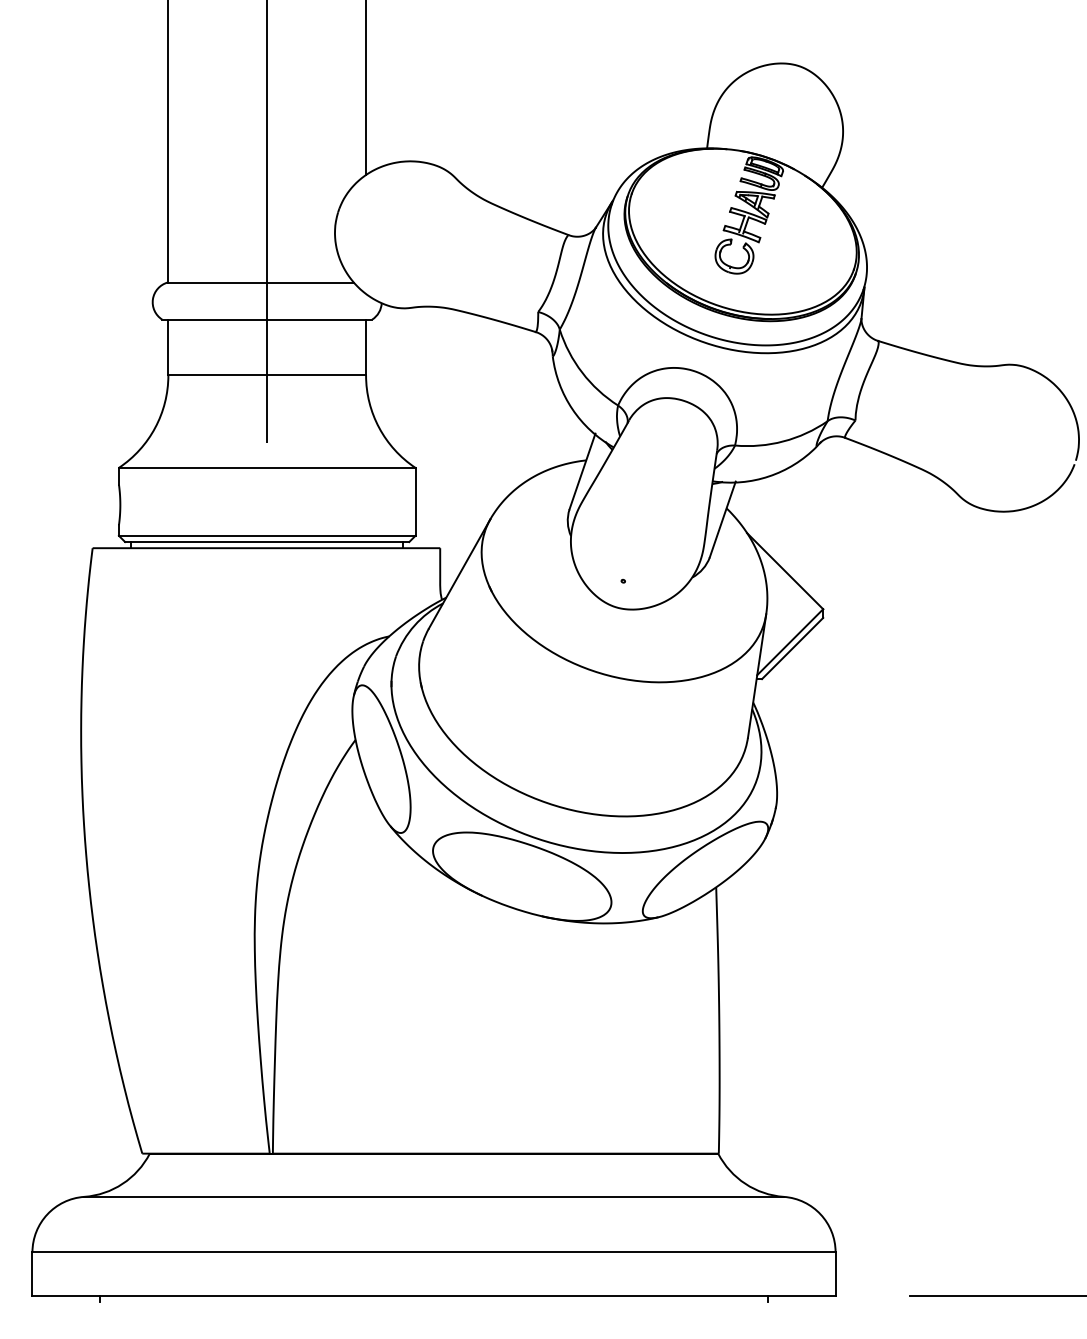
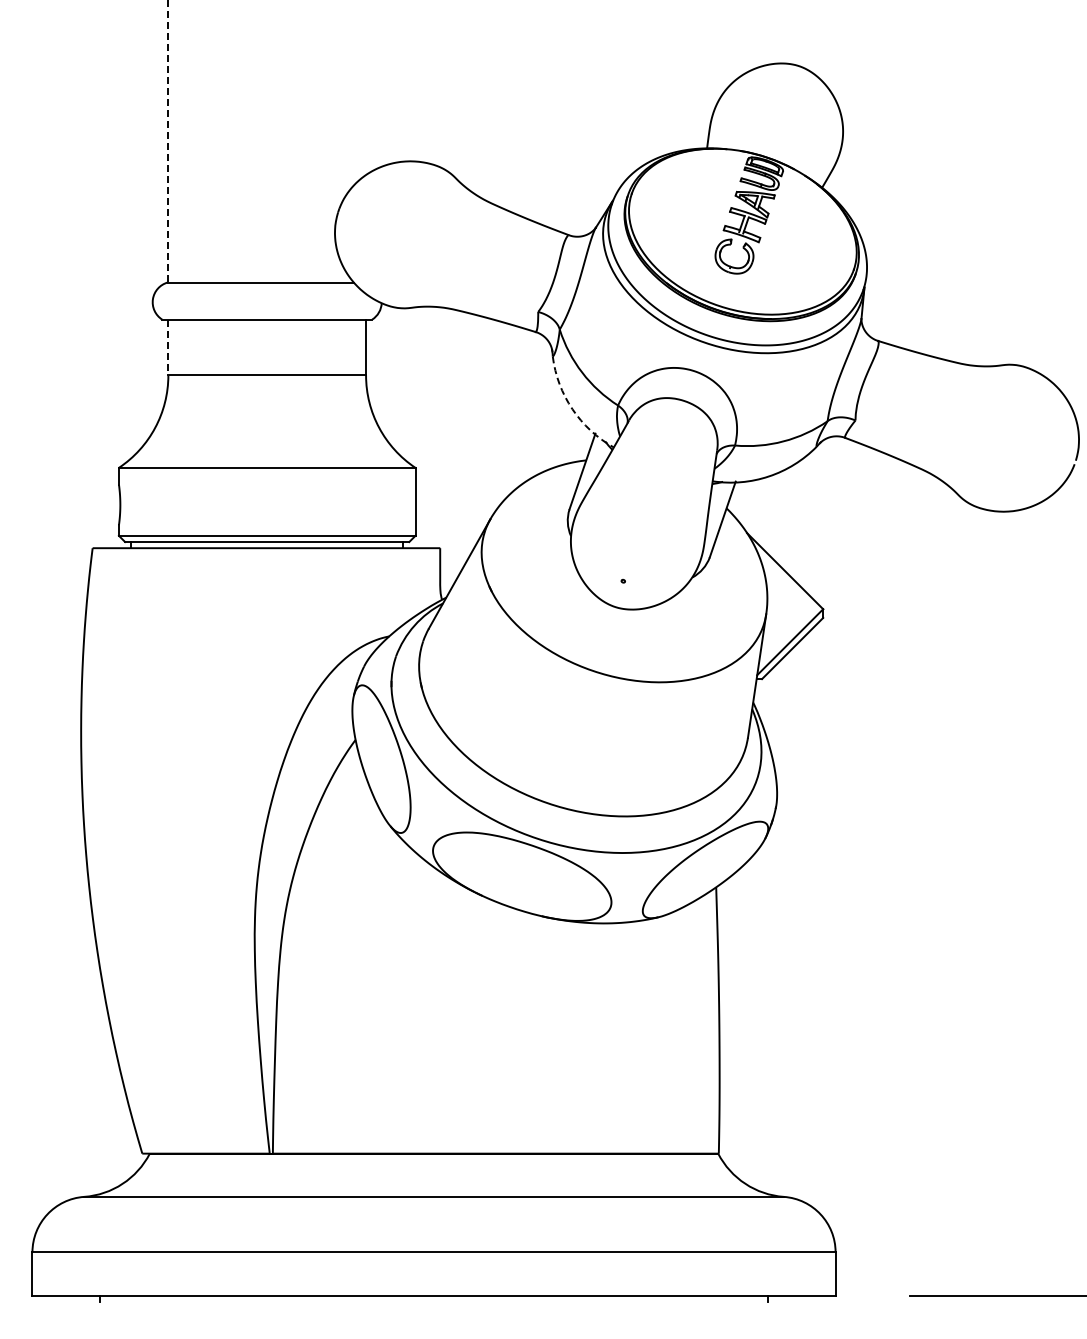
line at (366, 88): present -> none
line at (168, 141): solid -> dashed
line at (267, 222): present -> none
line at (168, 347): solid -> dashed
arc at (572, 409): solid -> dashed
